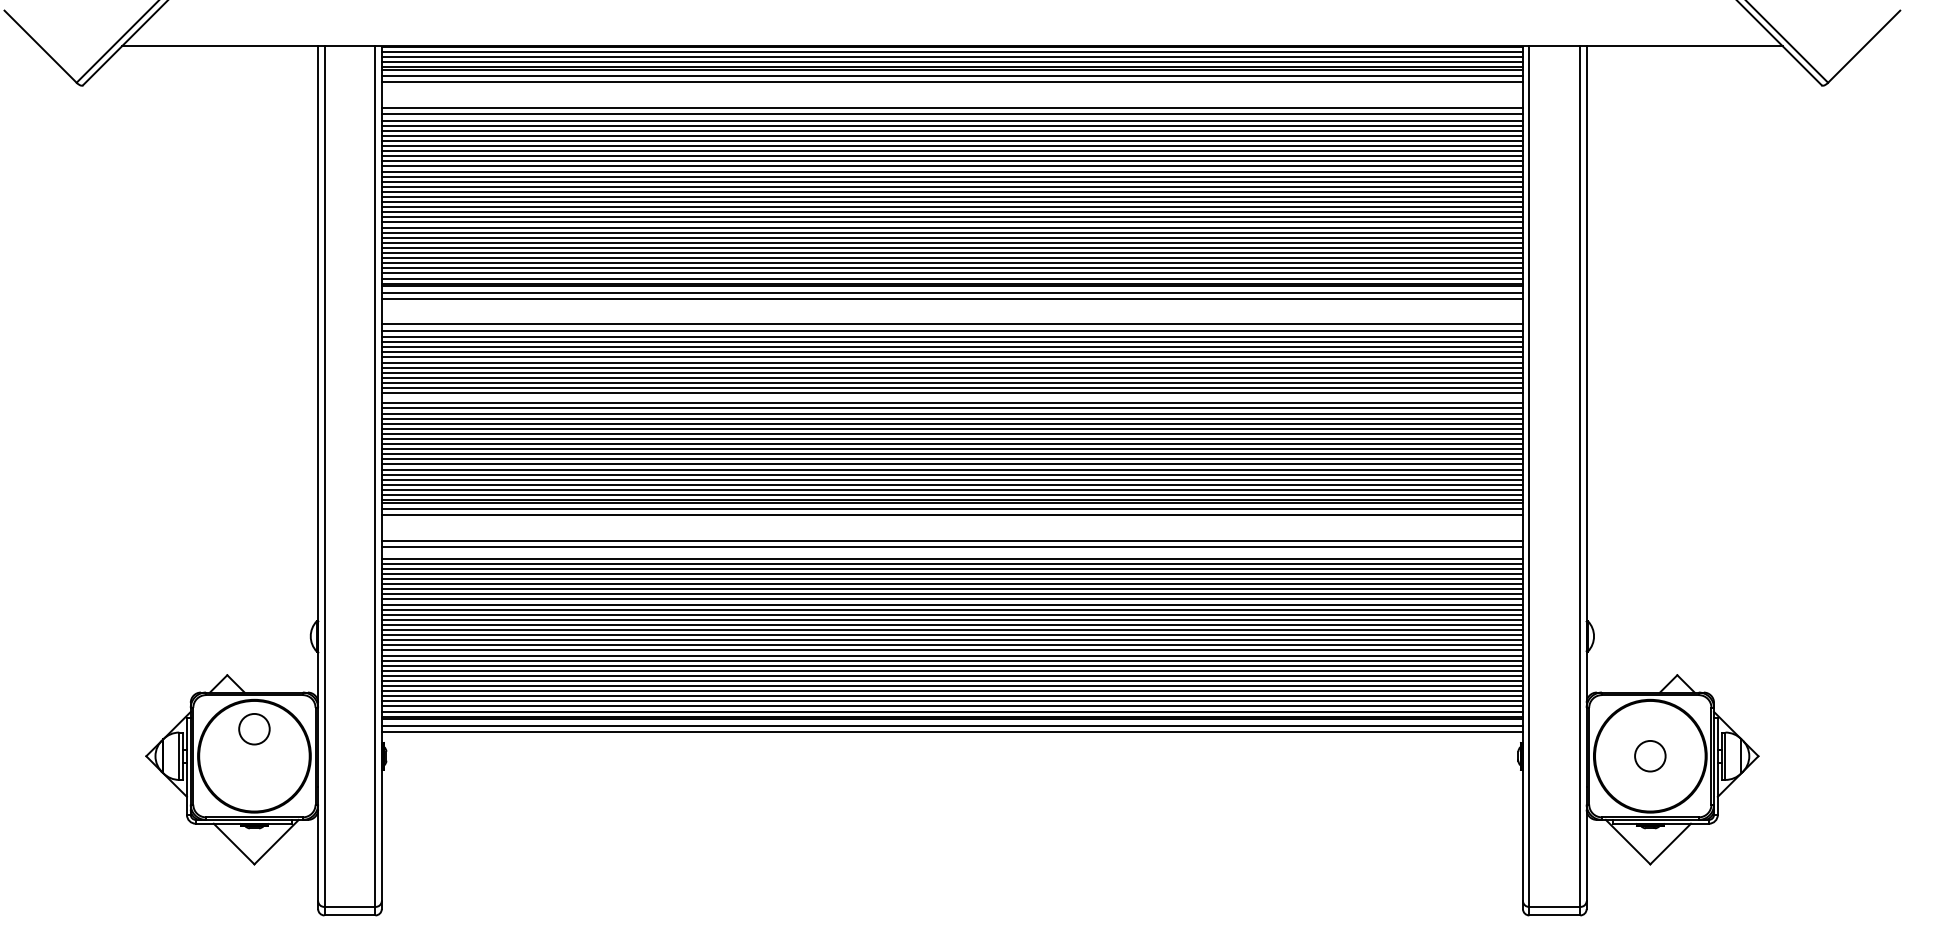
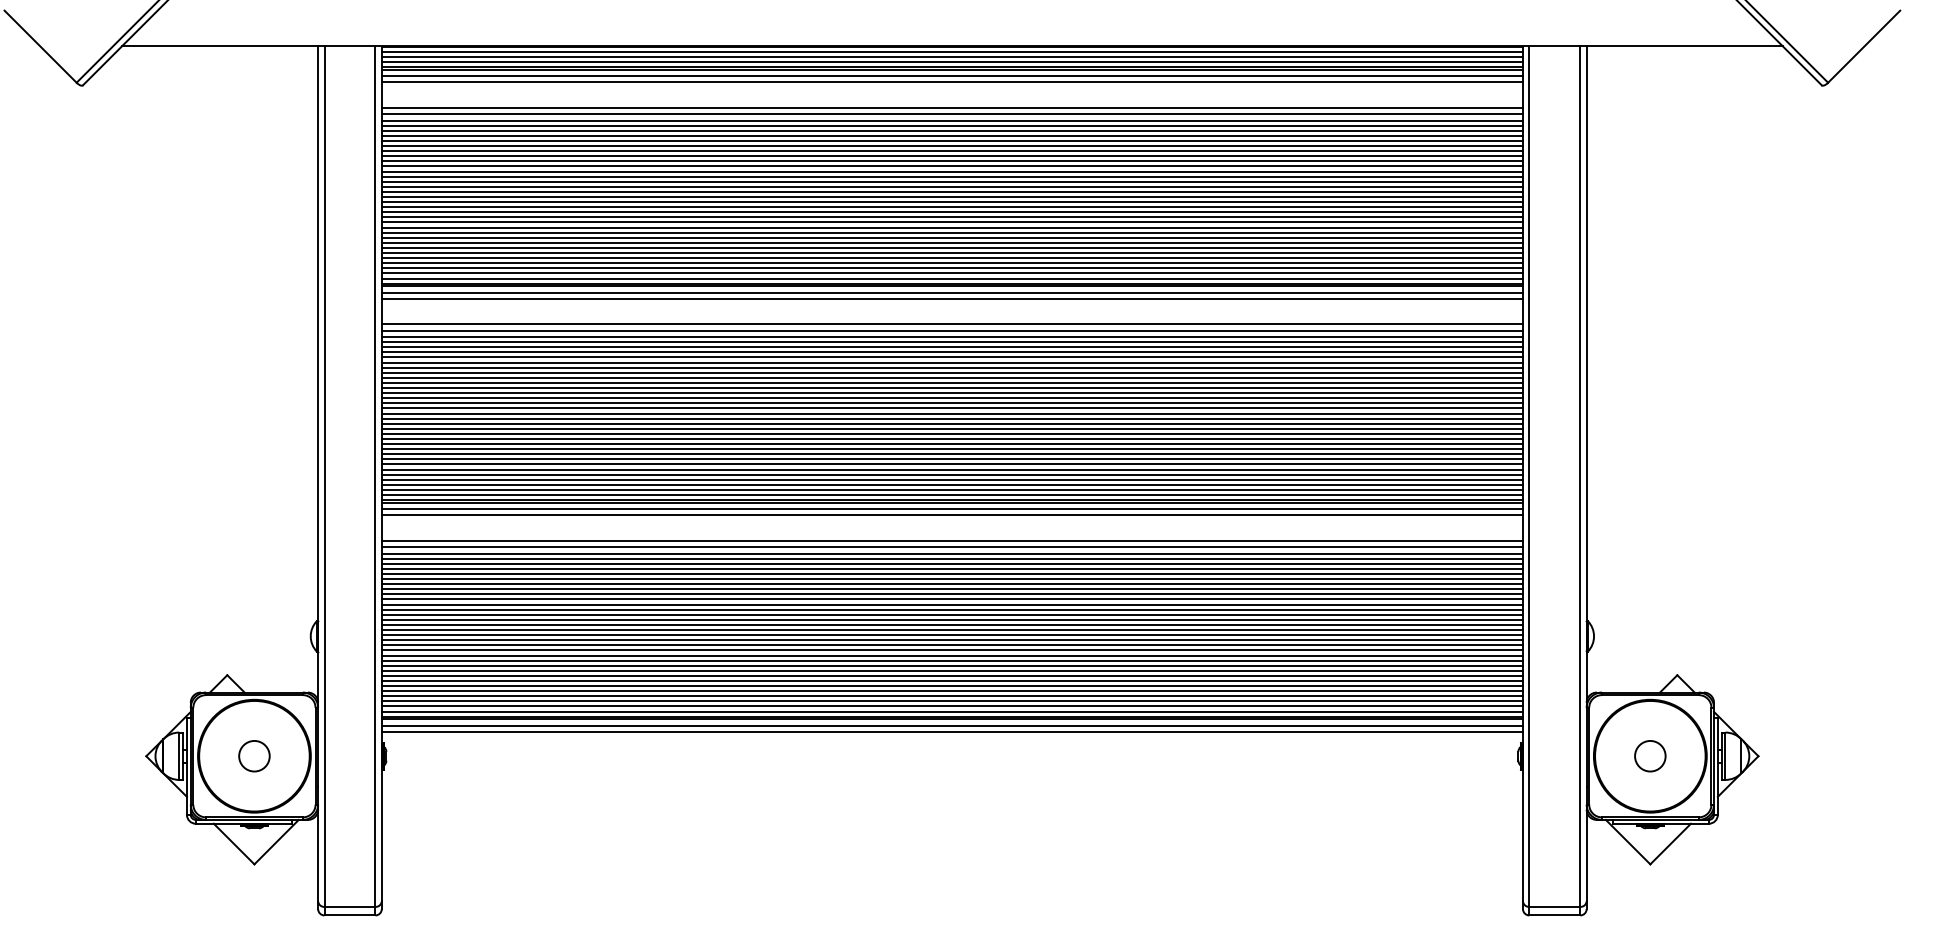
line at (951, 398): none -> present
line at (951, 553): none -> present
circle at (254, 729) position: (254, 729) -> (254, 756)
